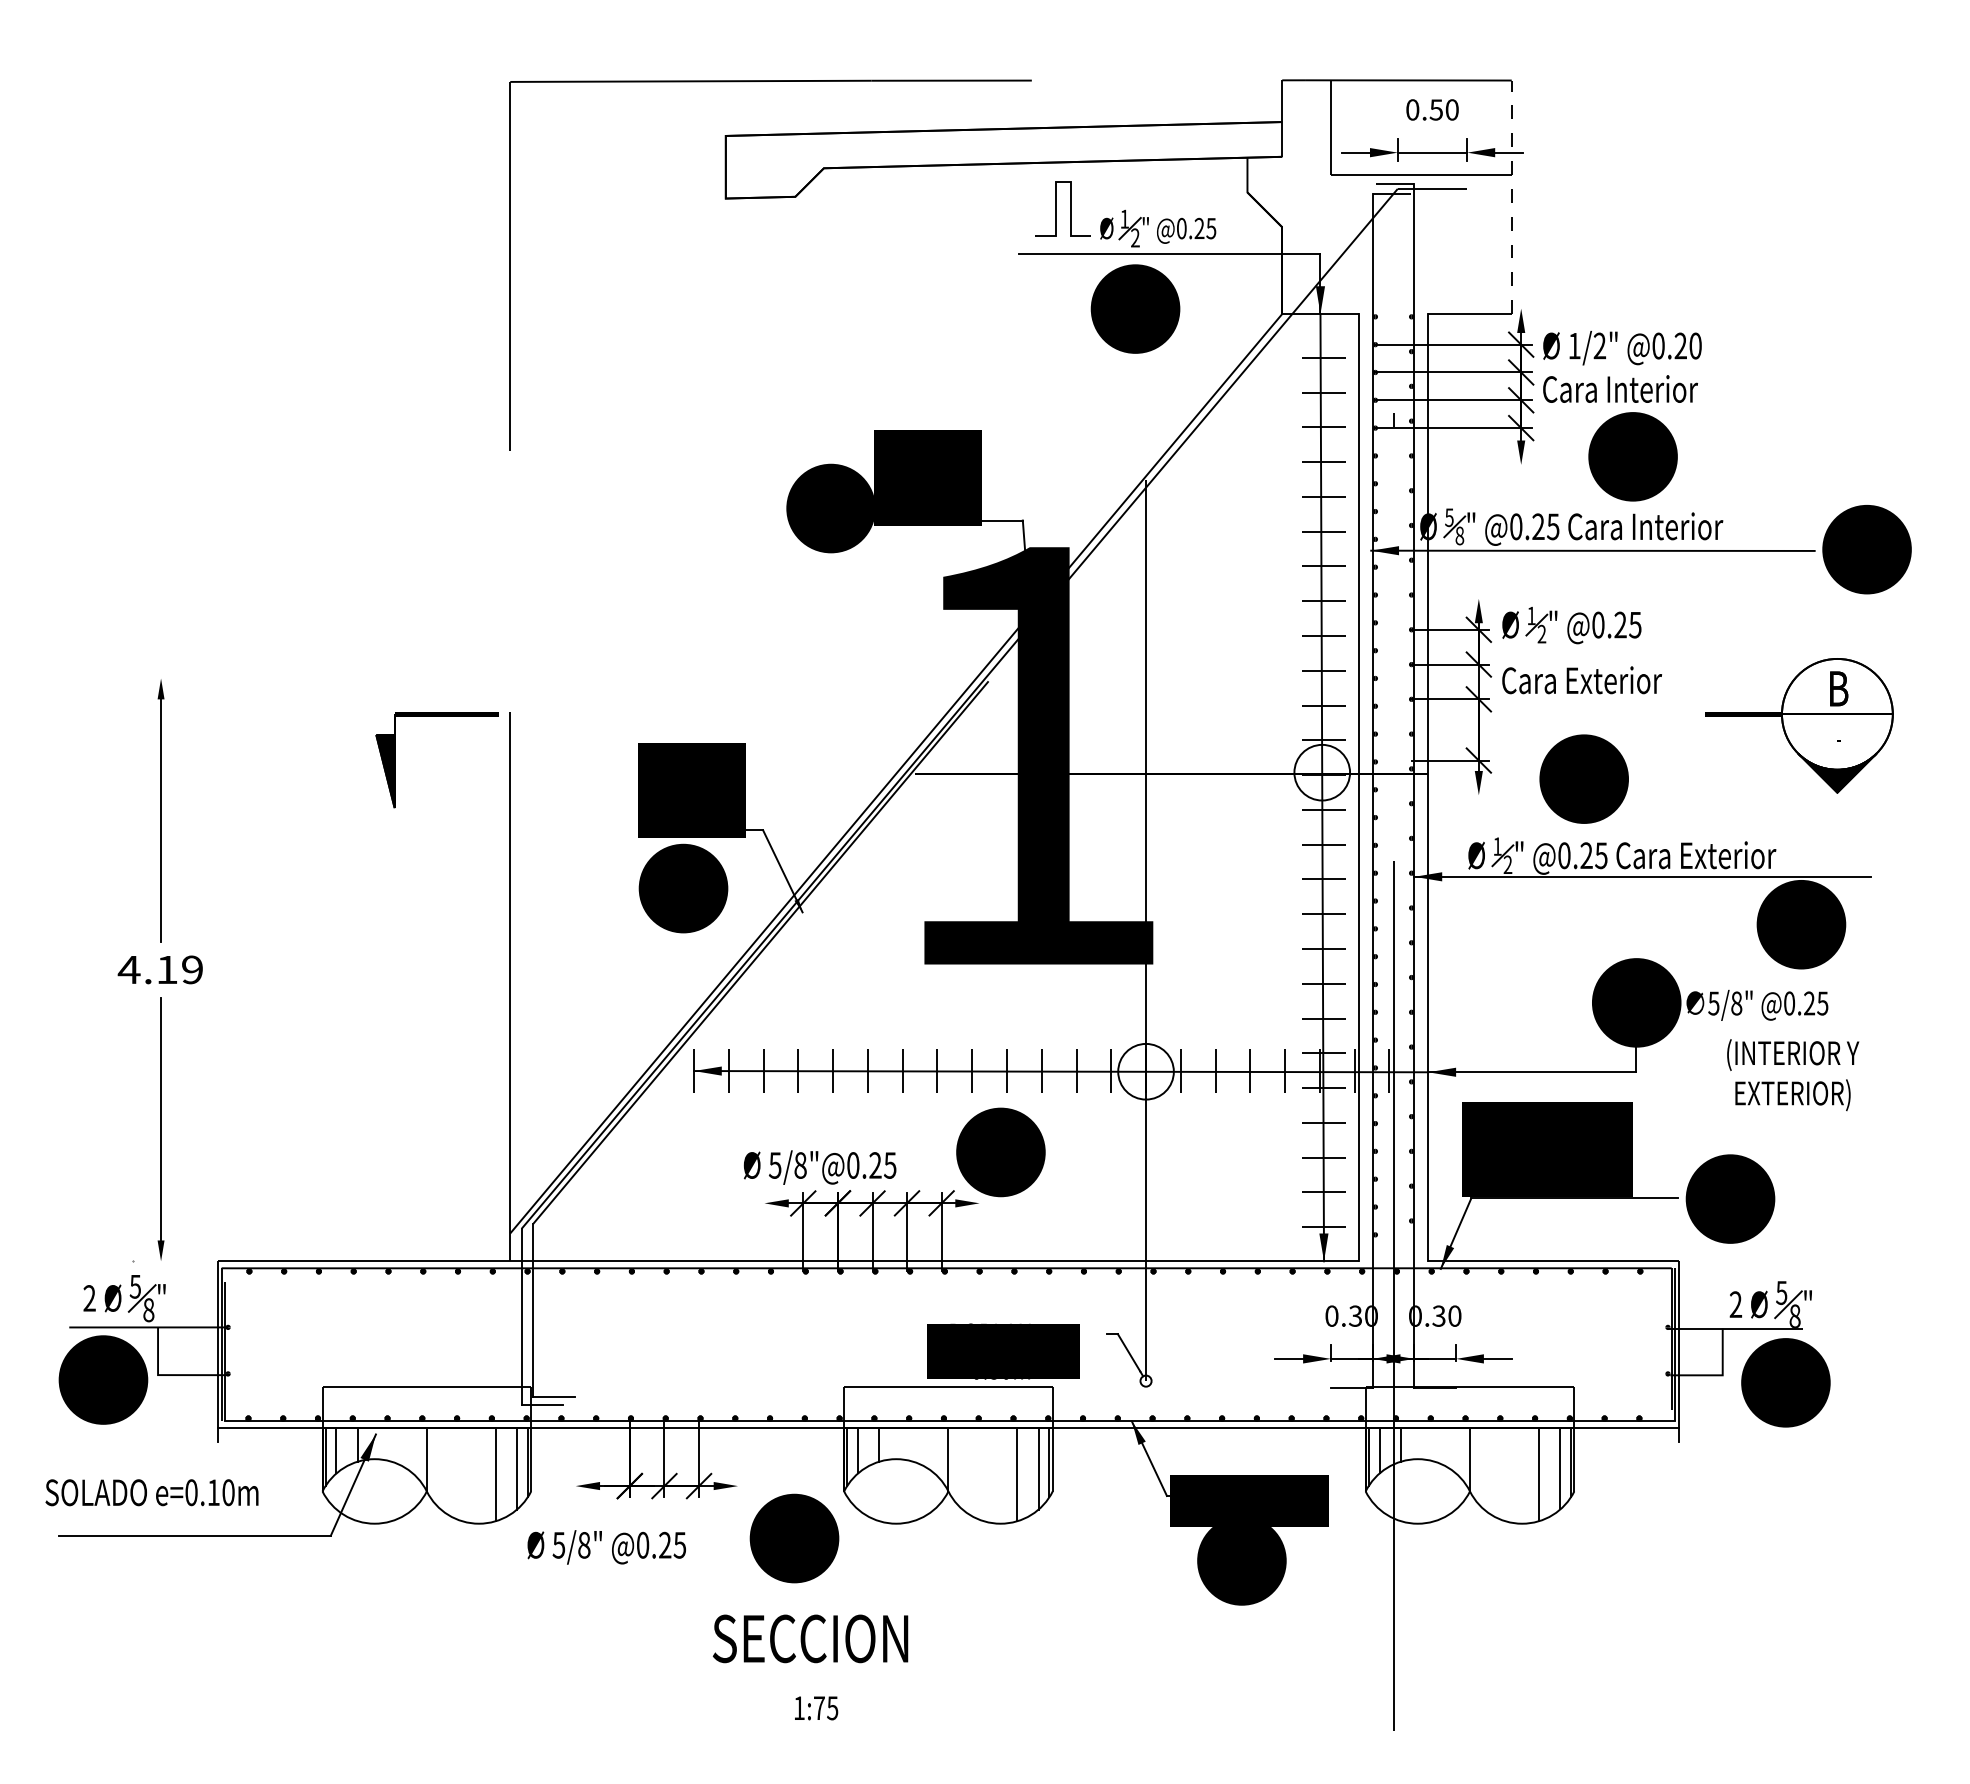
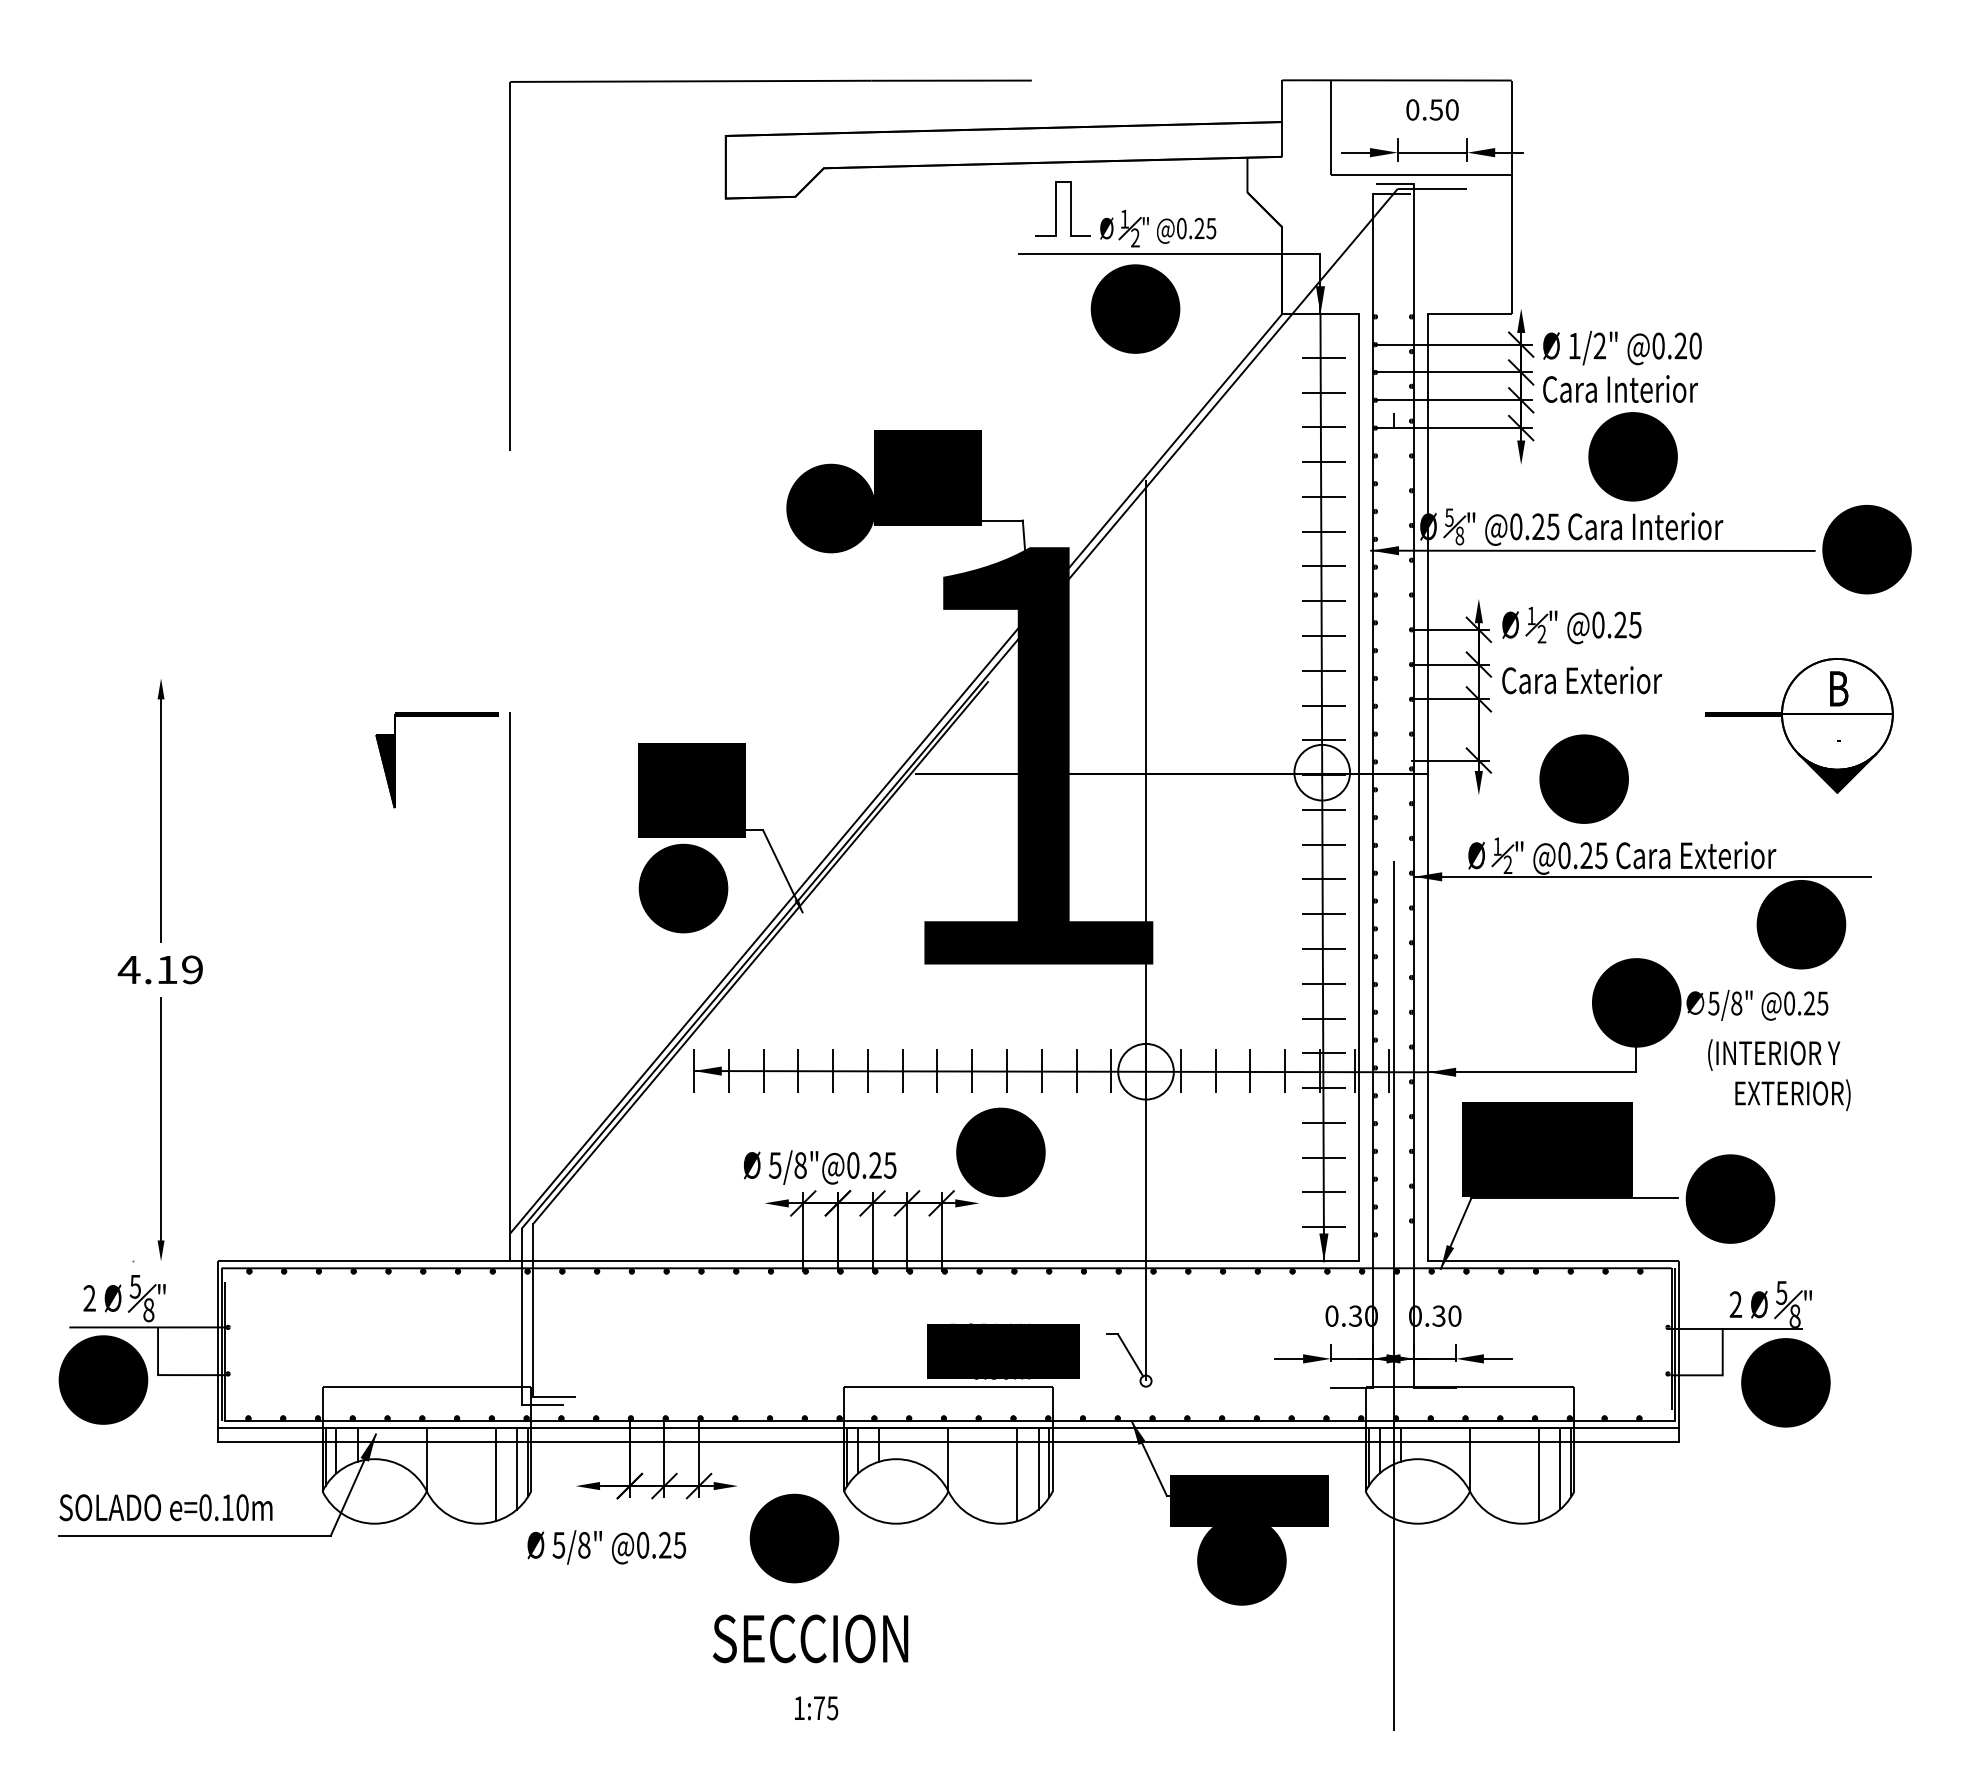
line at (1511, 197): dashed -> solid
text at (1793, 1054) position: (1793, 1054) -> (1774, 1054)
line at (948, 1442): none -> present
text at (151, 1492) position: (151, 1492) -> (165, 1507)
